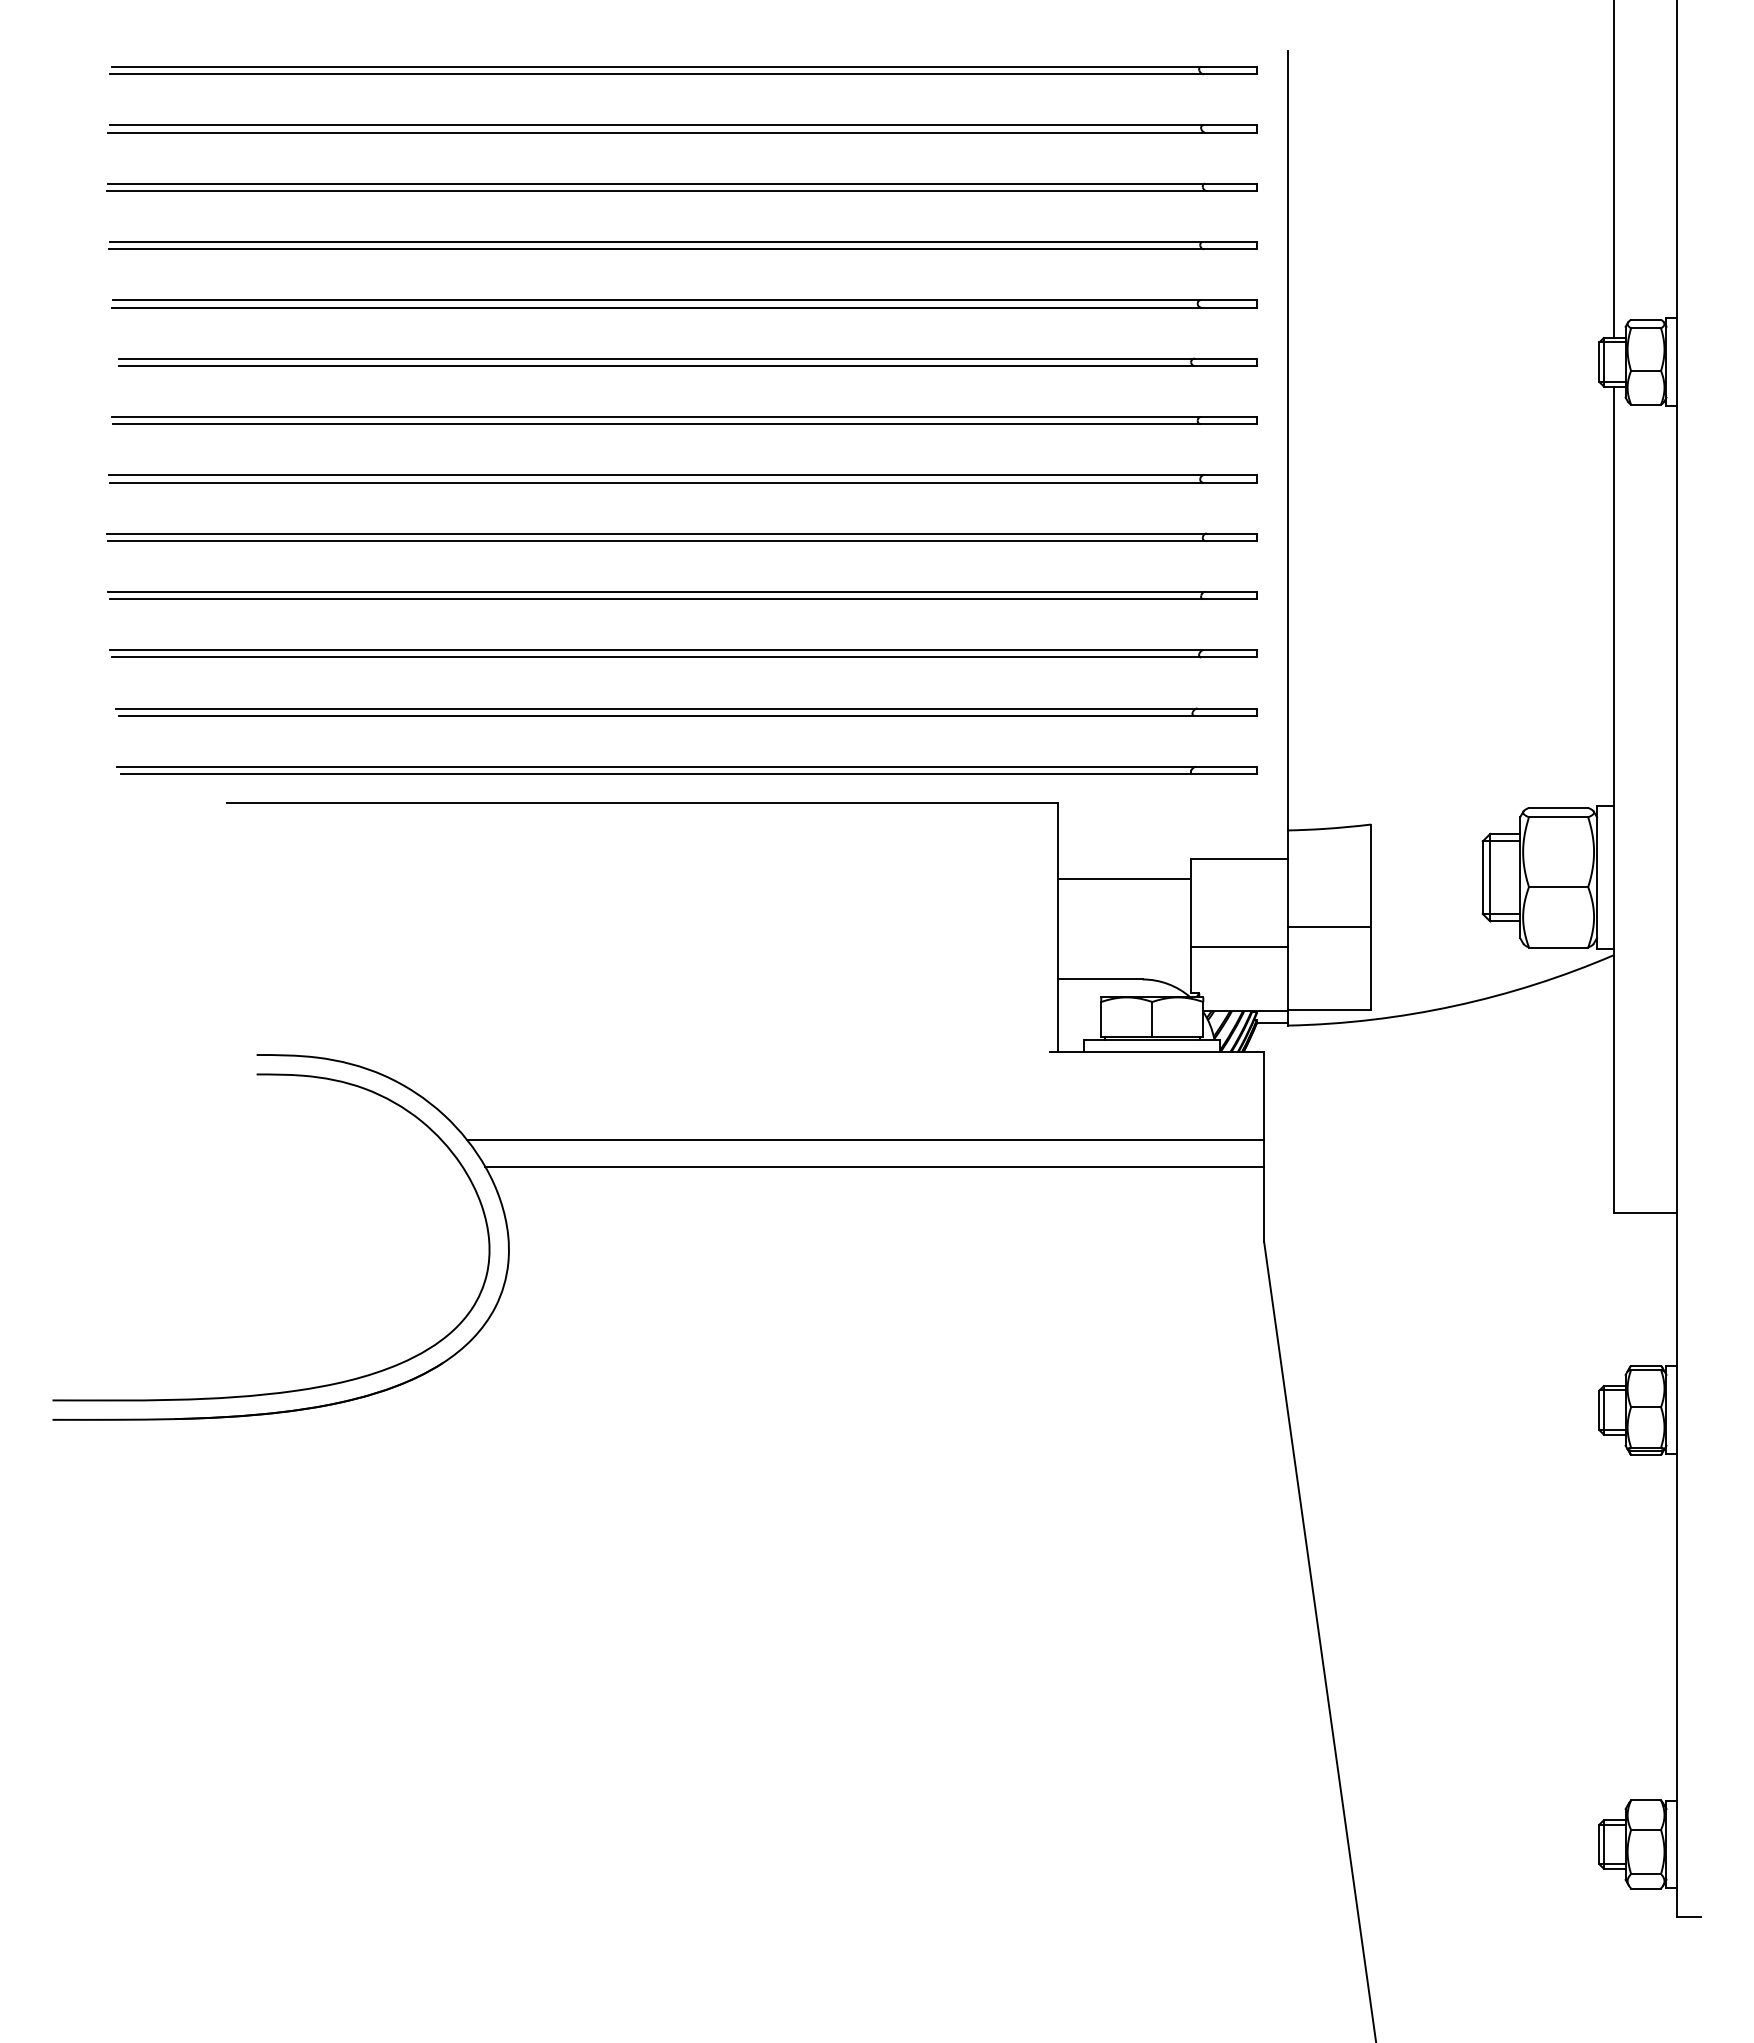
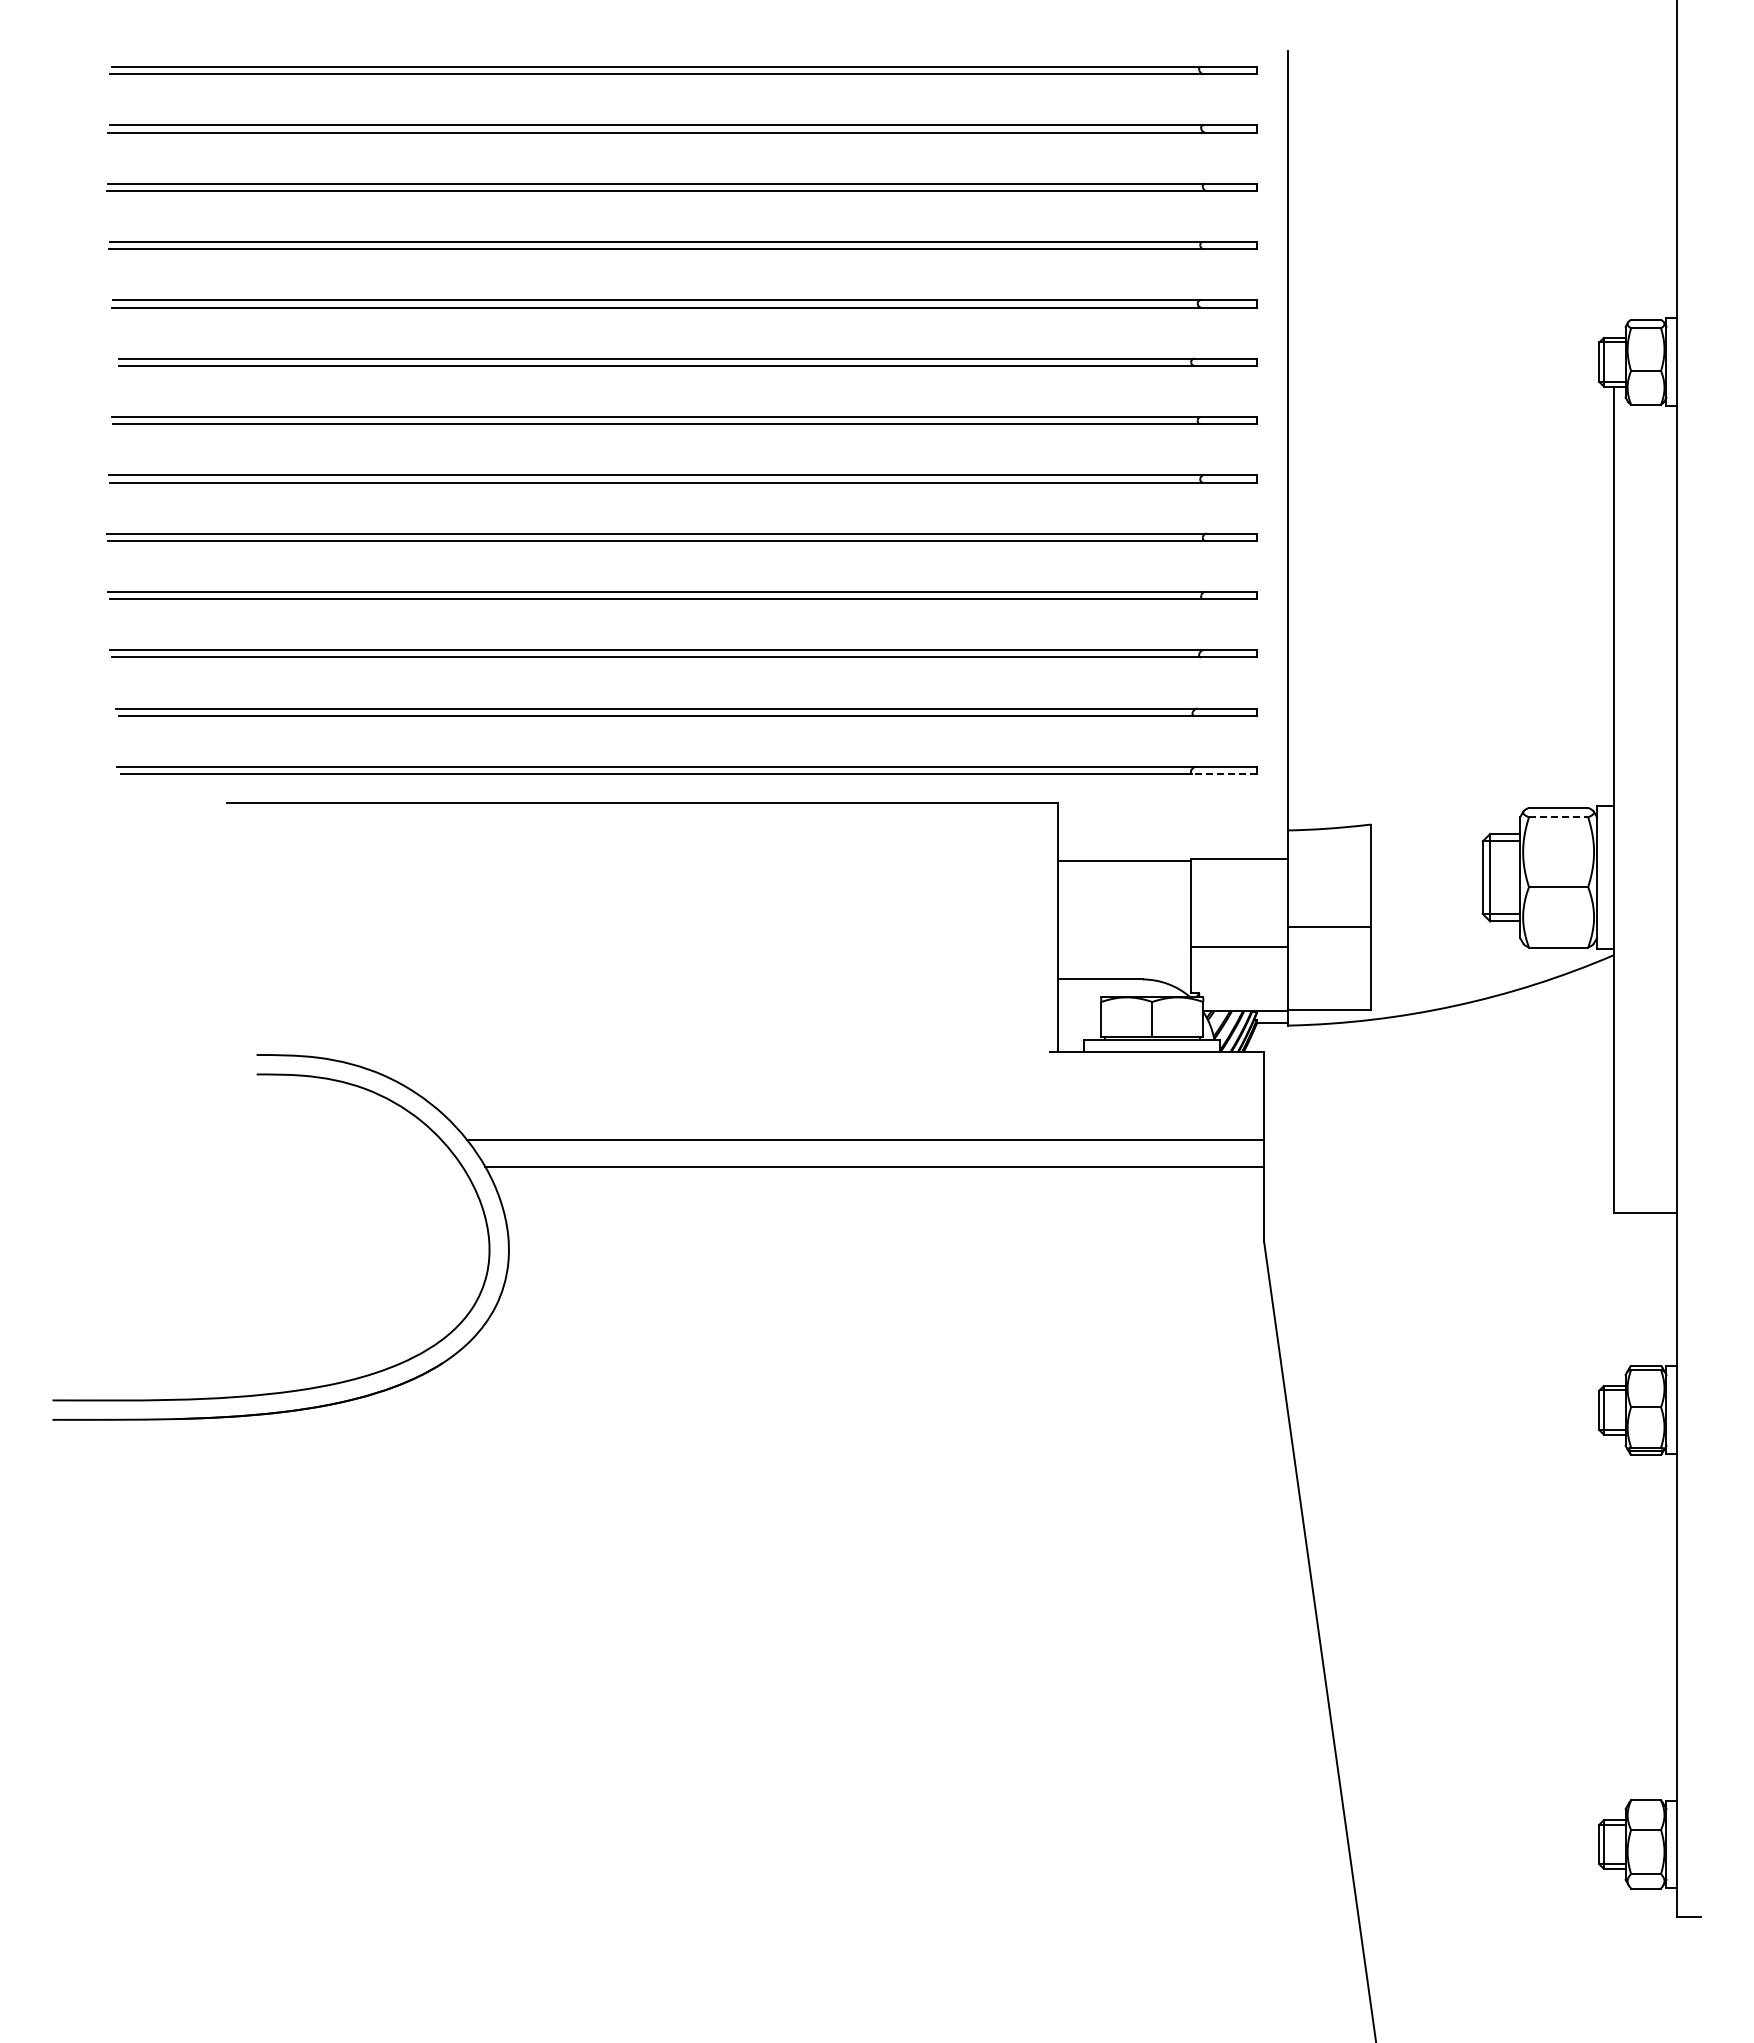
line at (1613, 169): present -> none
line at (1224, 774): solid -> dashed
line at (1558, 817): solid -> dashed
line at (1124, 879) position: (1124, 879) -> (1124, 861)
